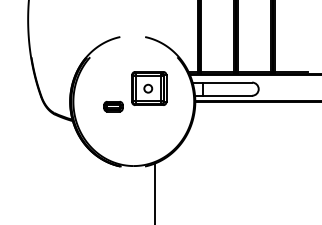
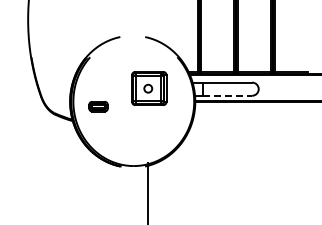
line at (227, 95): solid -> dashed
part at (113, 106) position: (113, 106) -> (98, 106)
line at (155, 192) position: (155, 192) -> (148, 192)
